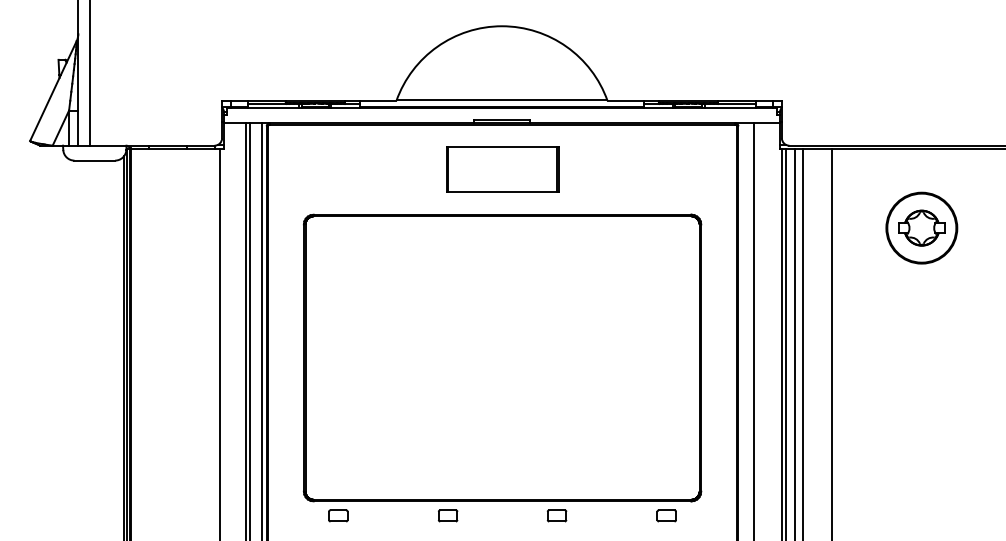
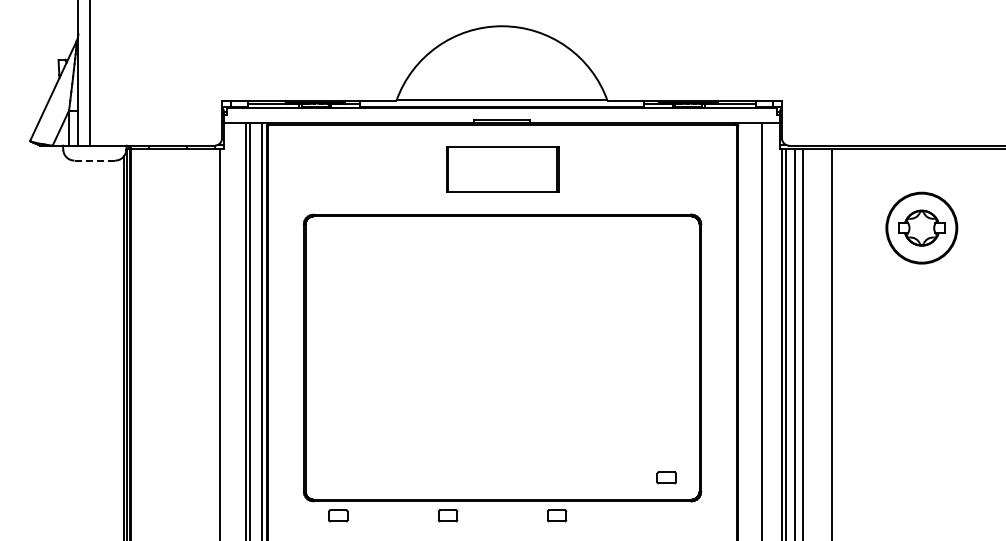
line at (94, 160): solid -> dashed
line at (753, 330) position: (753, 330) -> (761, 330)
part at (666, 515) position: (666, 515) -> (666, 477)
